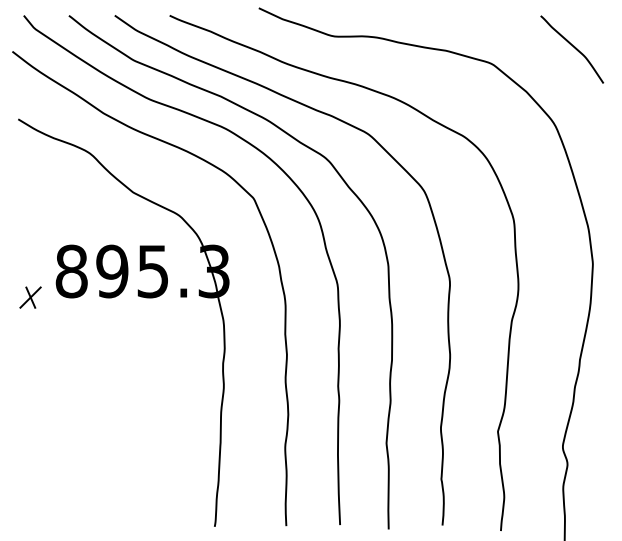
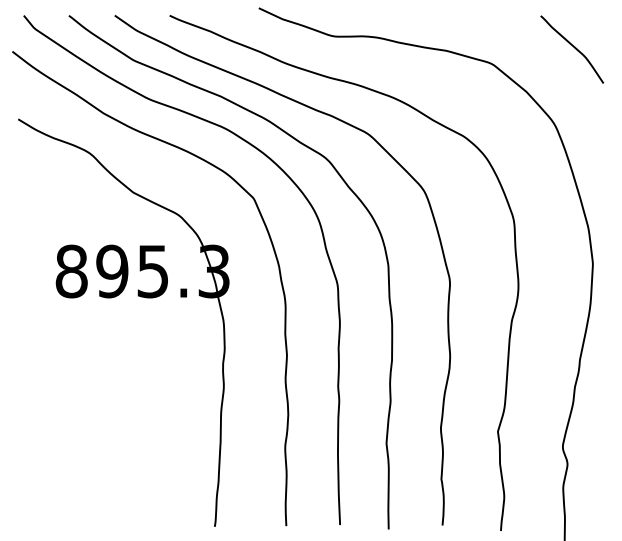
part at (30, 297): present -> none
